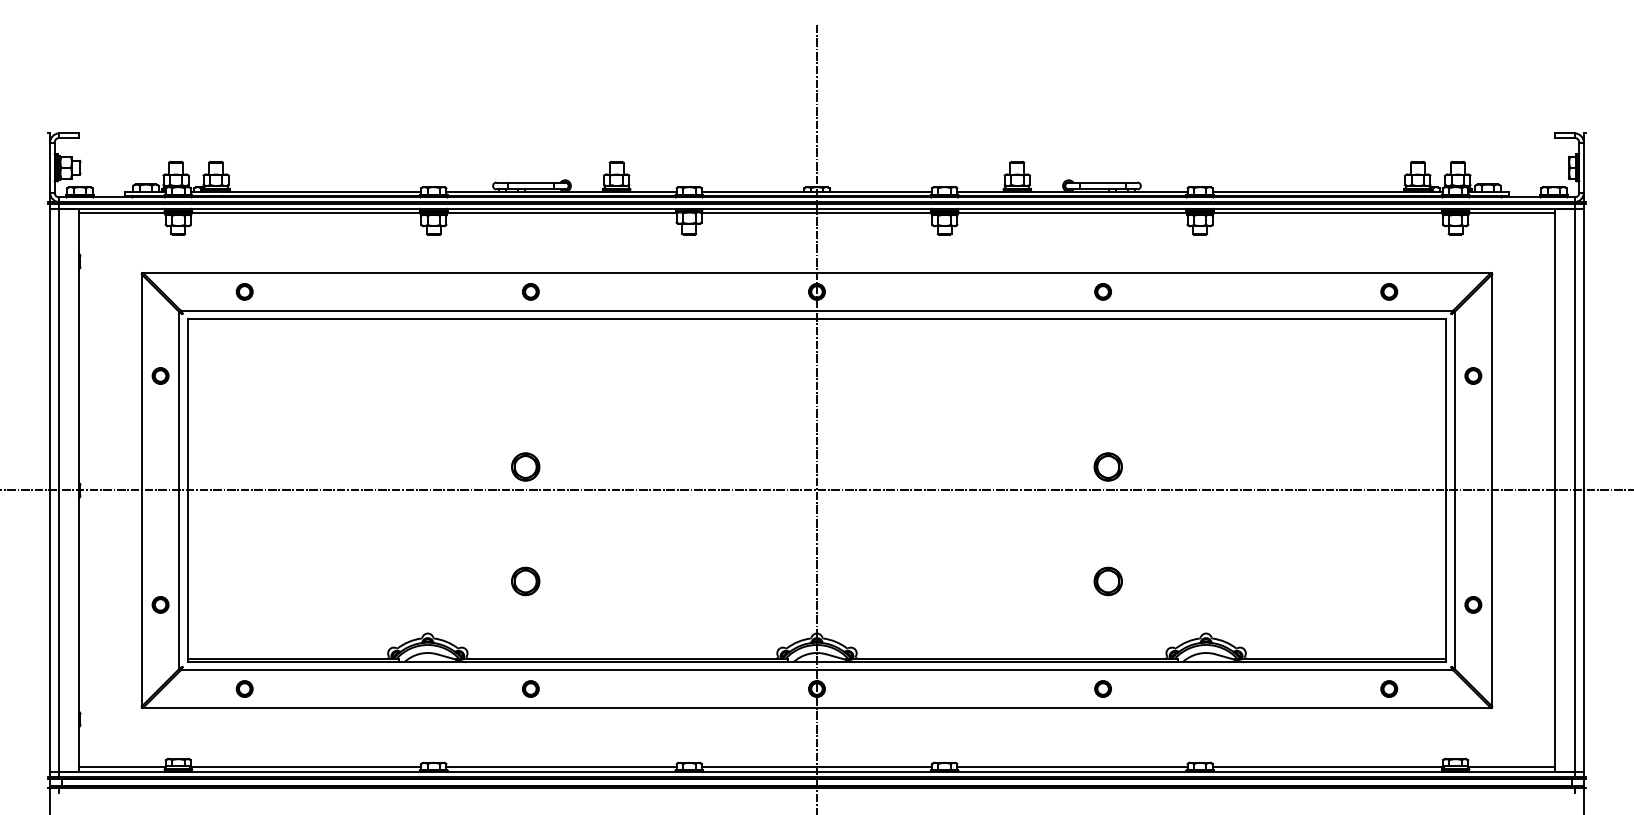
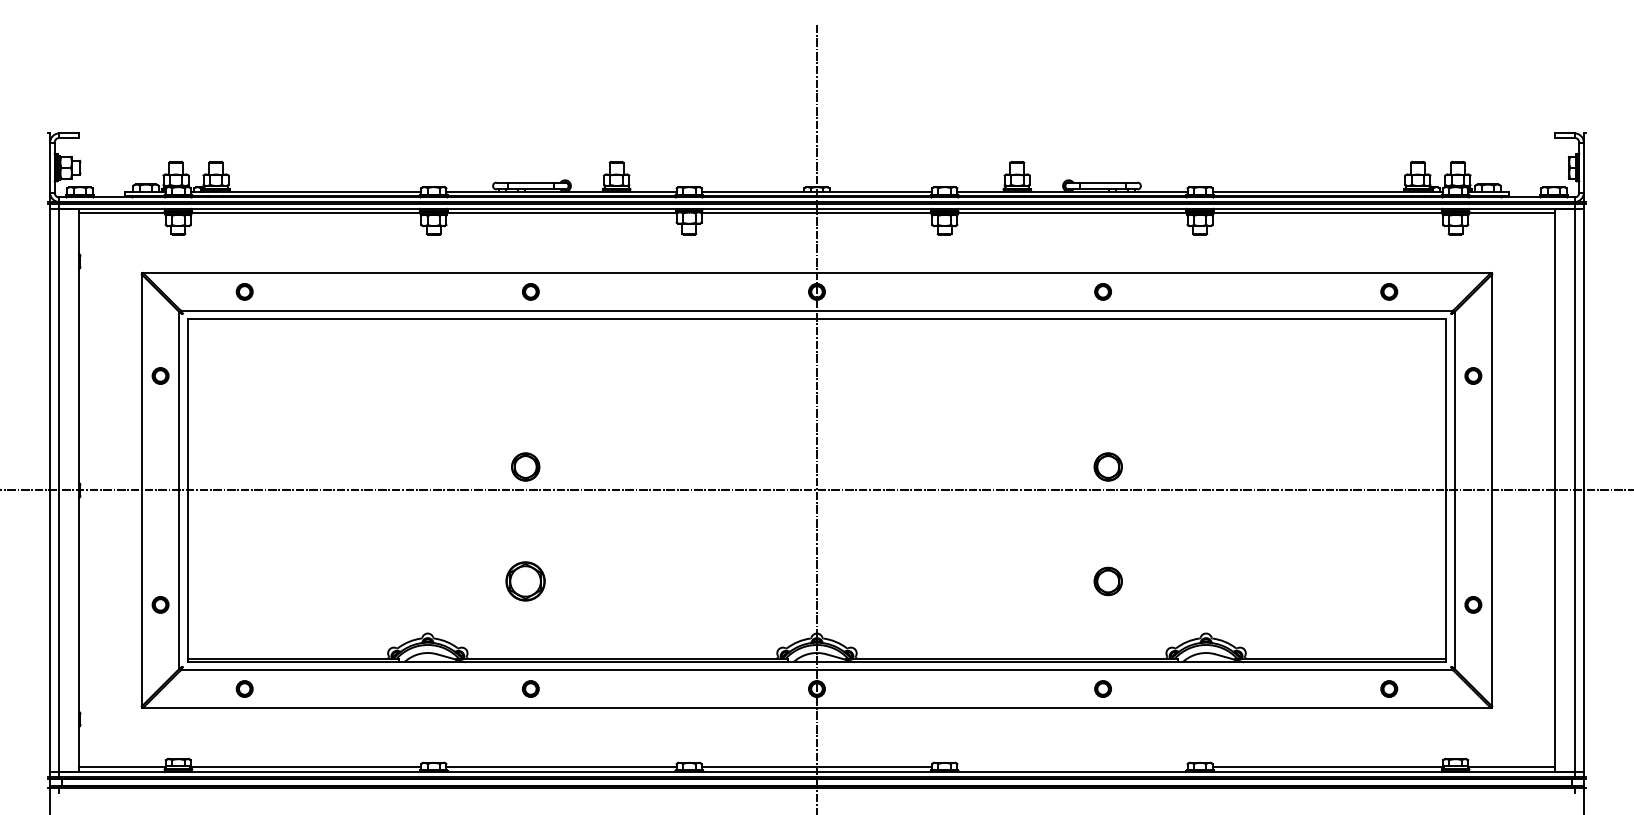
part at (525, 581) size: 30x31 px -> 41x41 px
line at (1072, 767): present -> none
